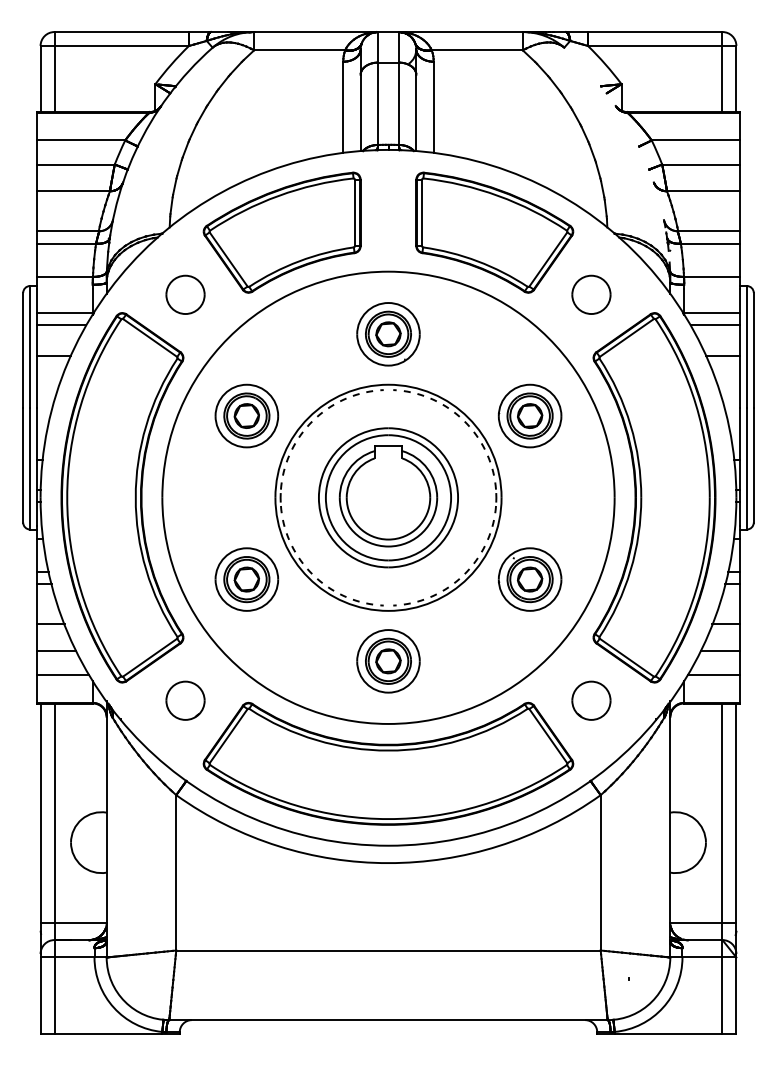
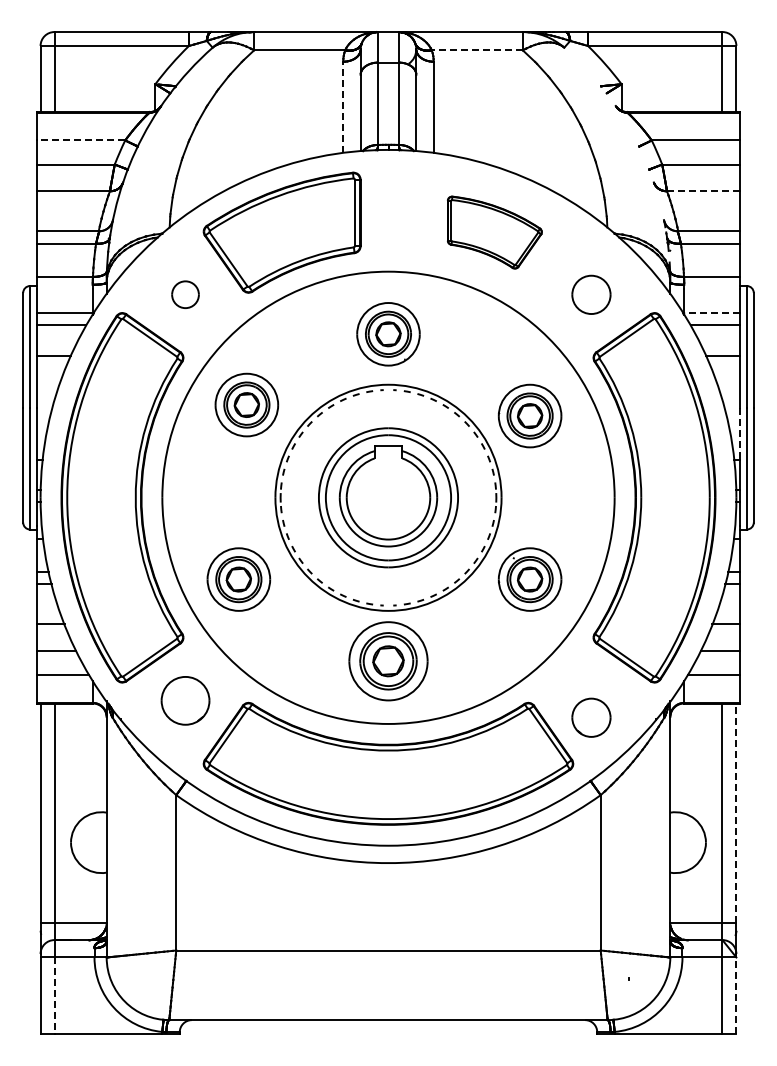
line at (477, 50): solid -> dashed
line at (343, 107): solid -> dashed
line at (80, 140): solid -> dashed
line at (702, 191): solid -> dashed
part at (494, 232) size: 160x123 px -> 96x75 px
part at (185, 294) size: 41x41 px -> 29x29 px
line at (712, 313): solid -> dashed
part at (246, 415) position: (246, 415) -> (246, 404)
line at (739, 433): solid -> dashed
part at (246, 579) position: (246, 579) -> (238, 579)
part at (388, 661) size: 65x65 px -> 81x81 px
part at (185, 700) size: 41x41 px -> 51x50 px
part at (591, 700) position: (591, 700) -> (591, 717)
line at (736, 813): solid -> dashed
line at (736, 995): solid -> dashed
line at (54, 996): solid -> dashed
